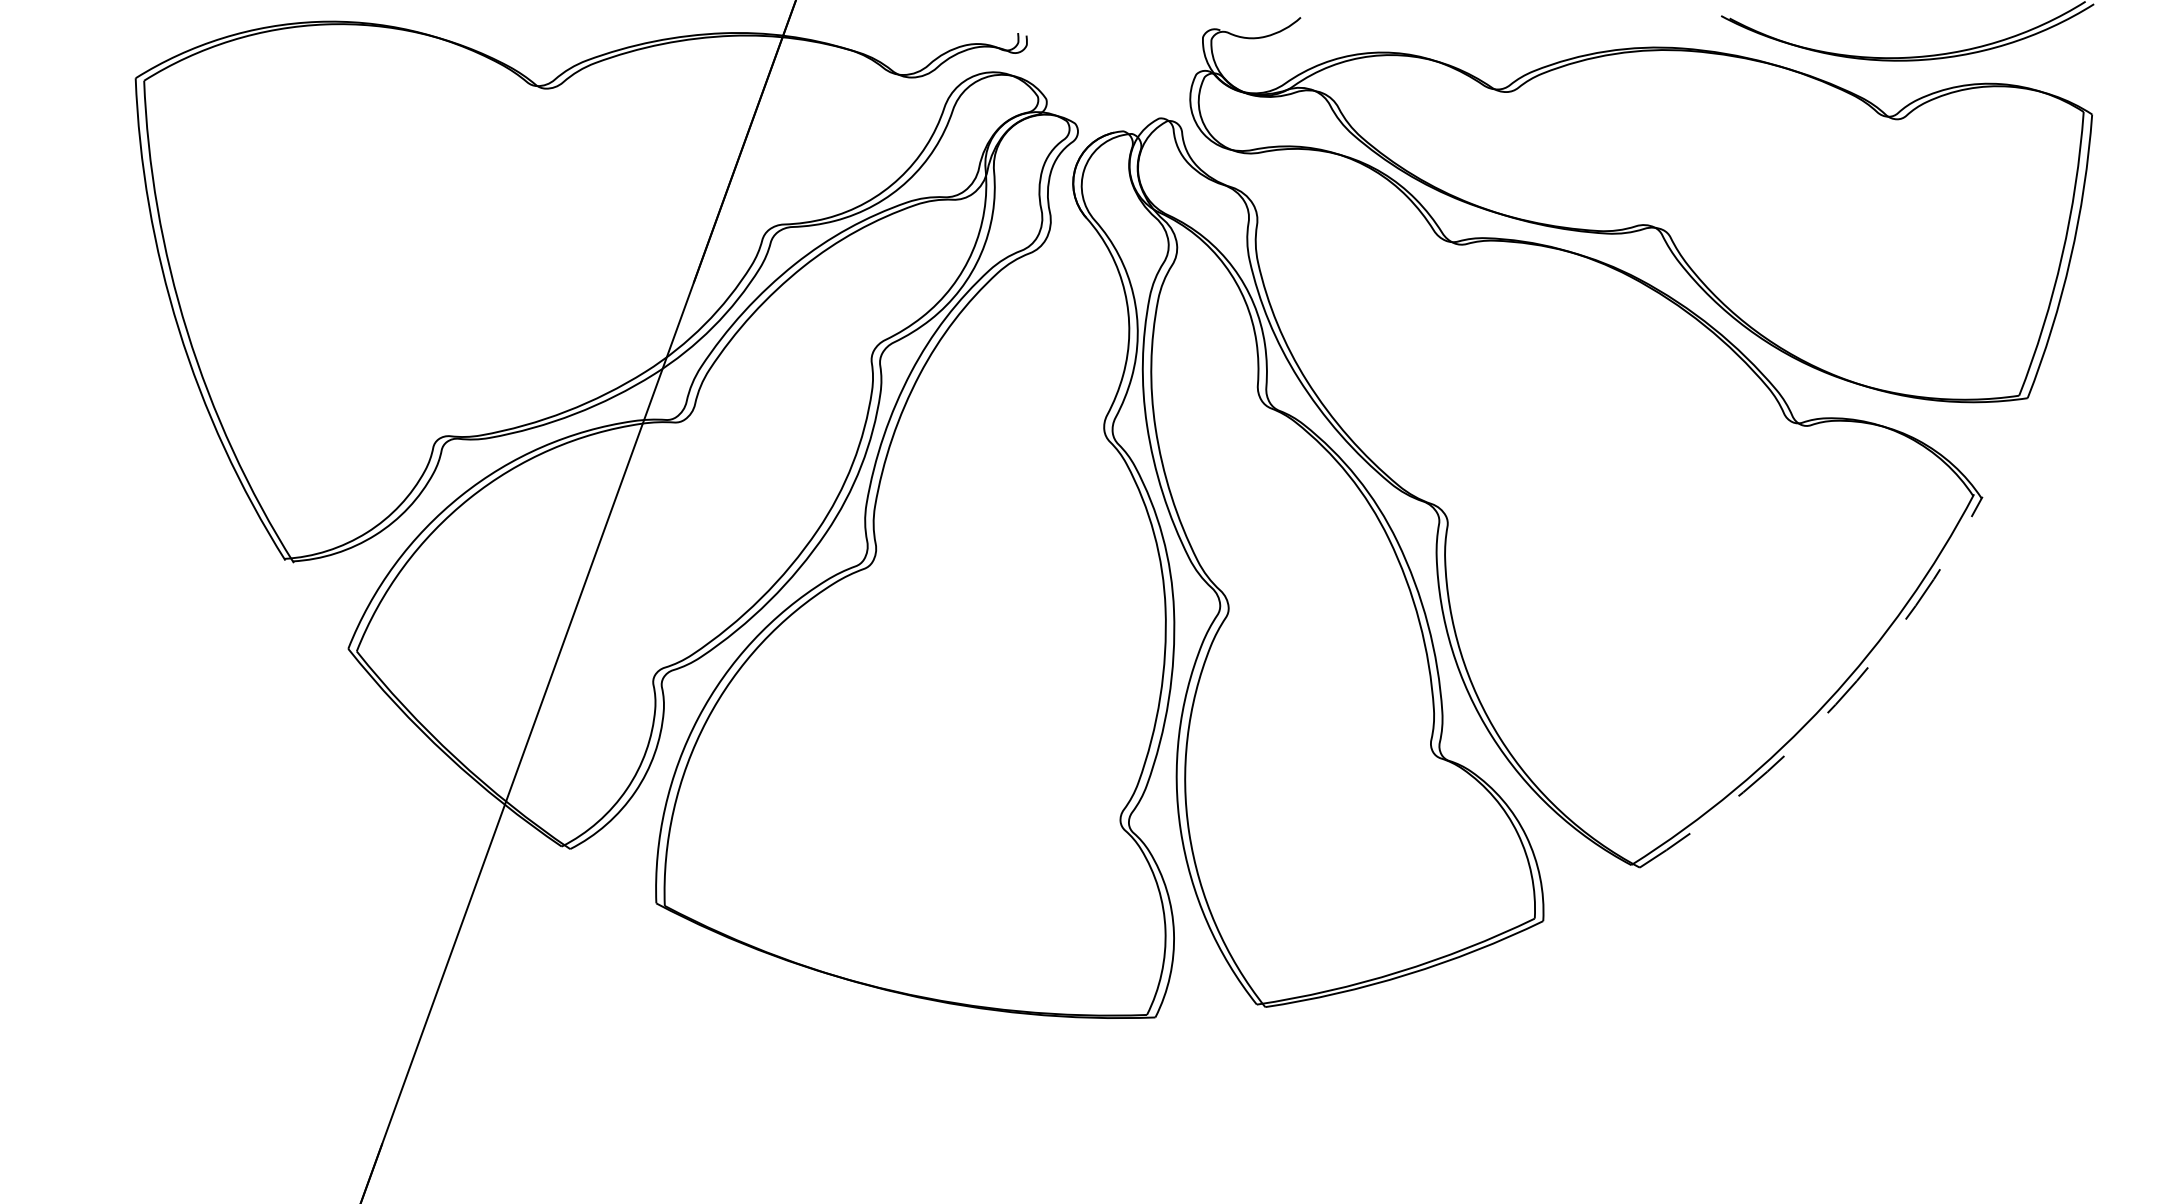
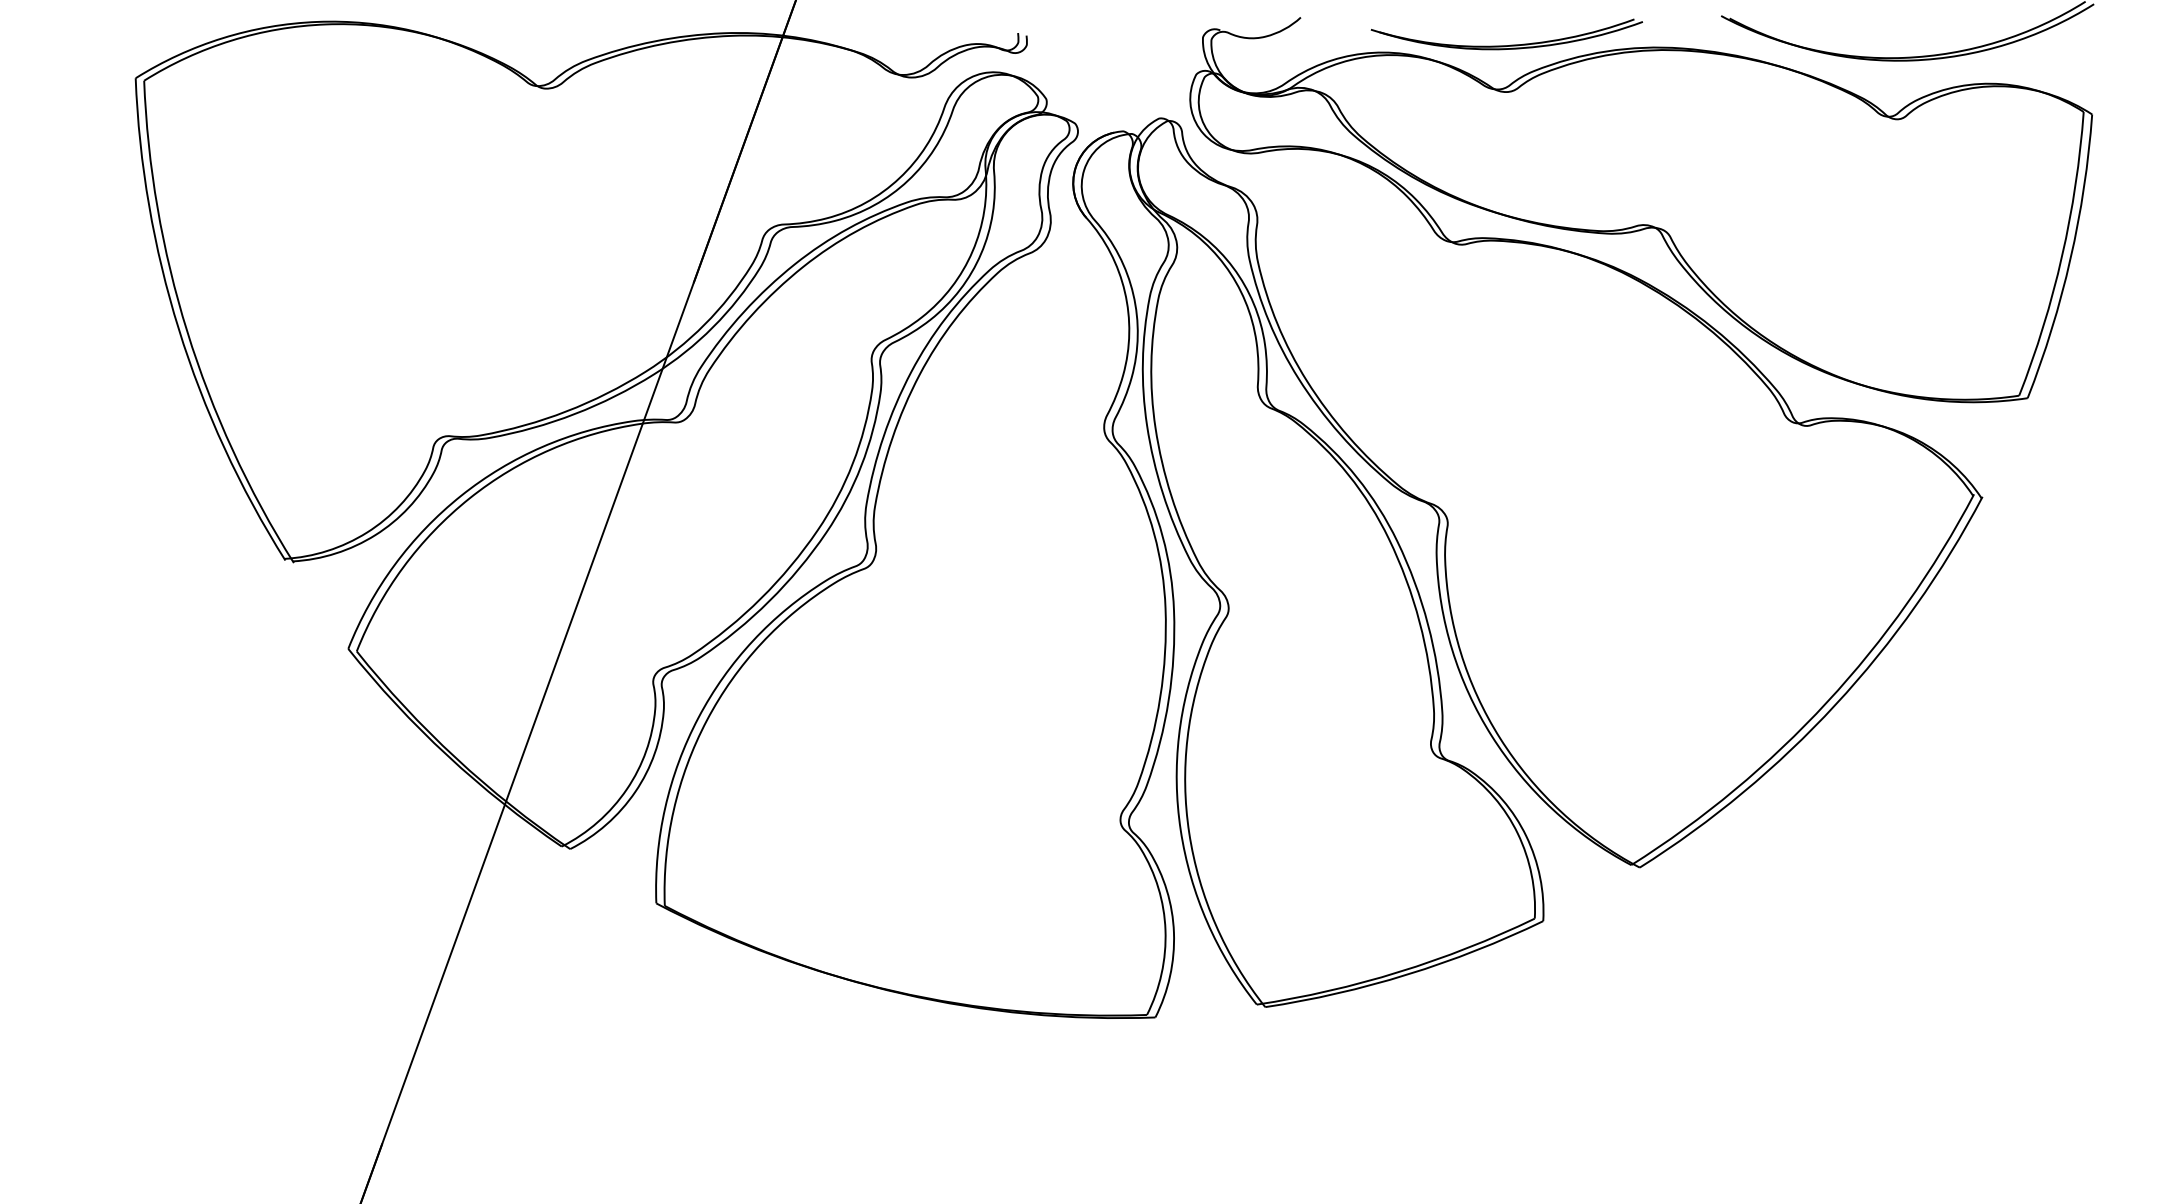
part at (1510, 44): none -> present
arc at (1835, 704): dashed -> solid
